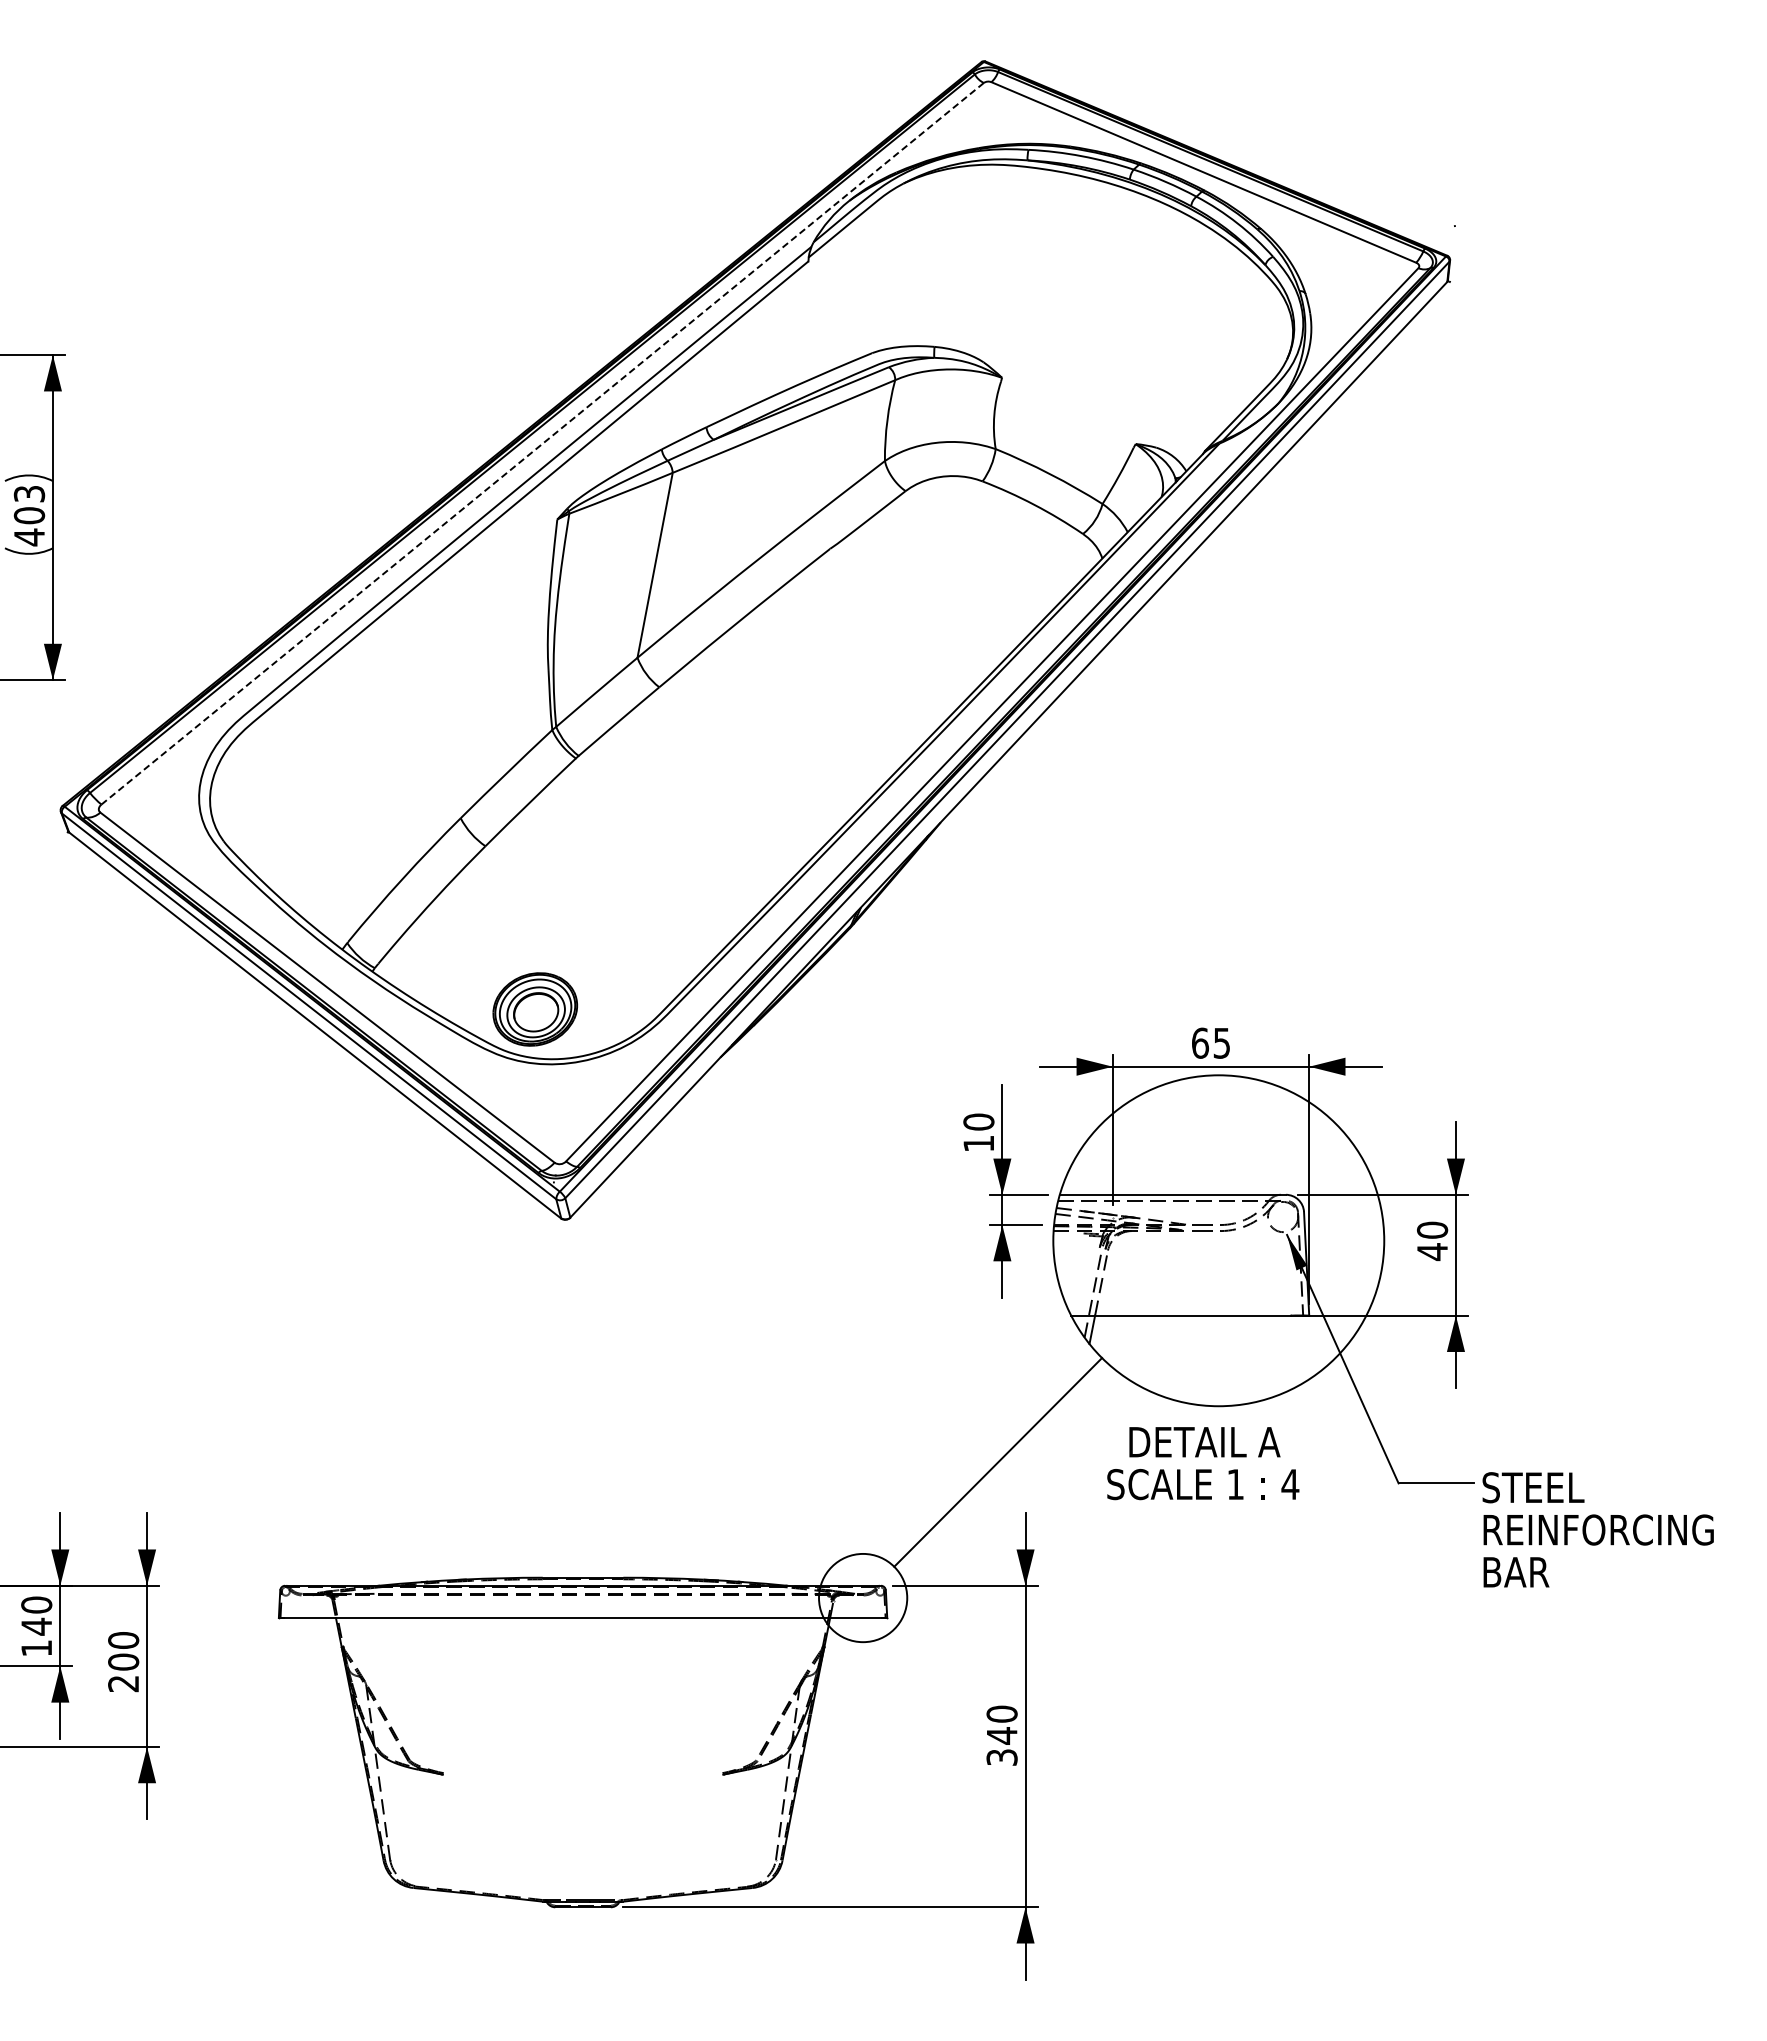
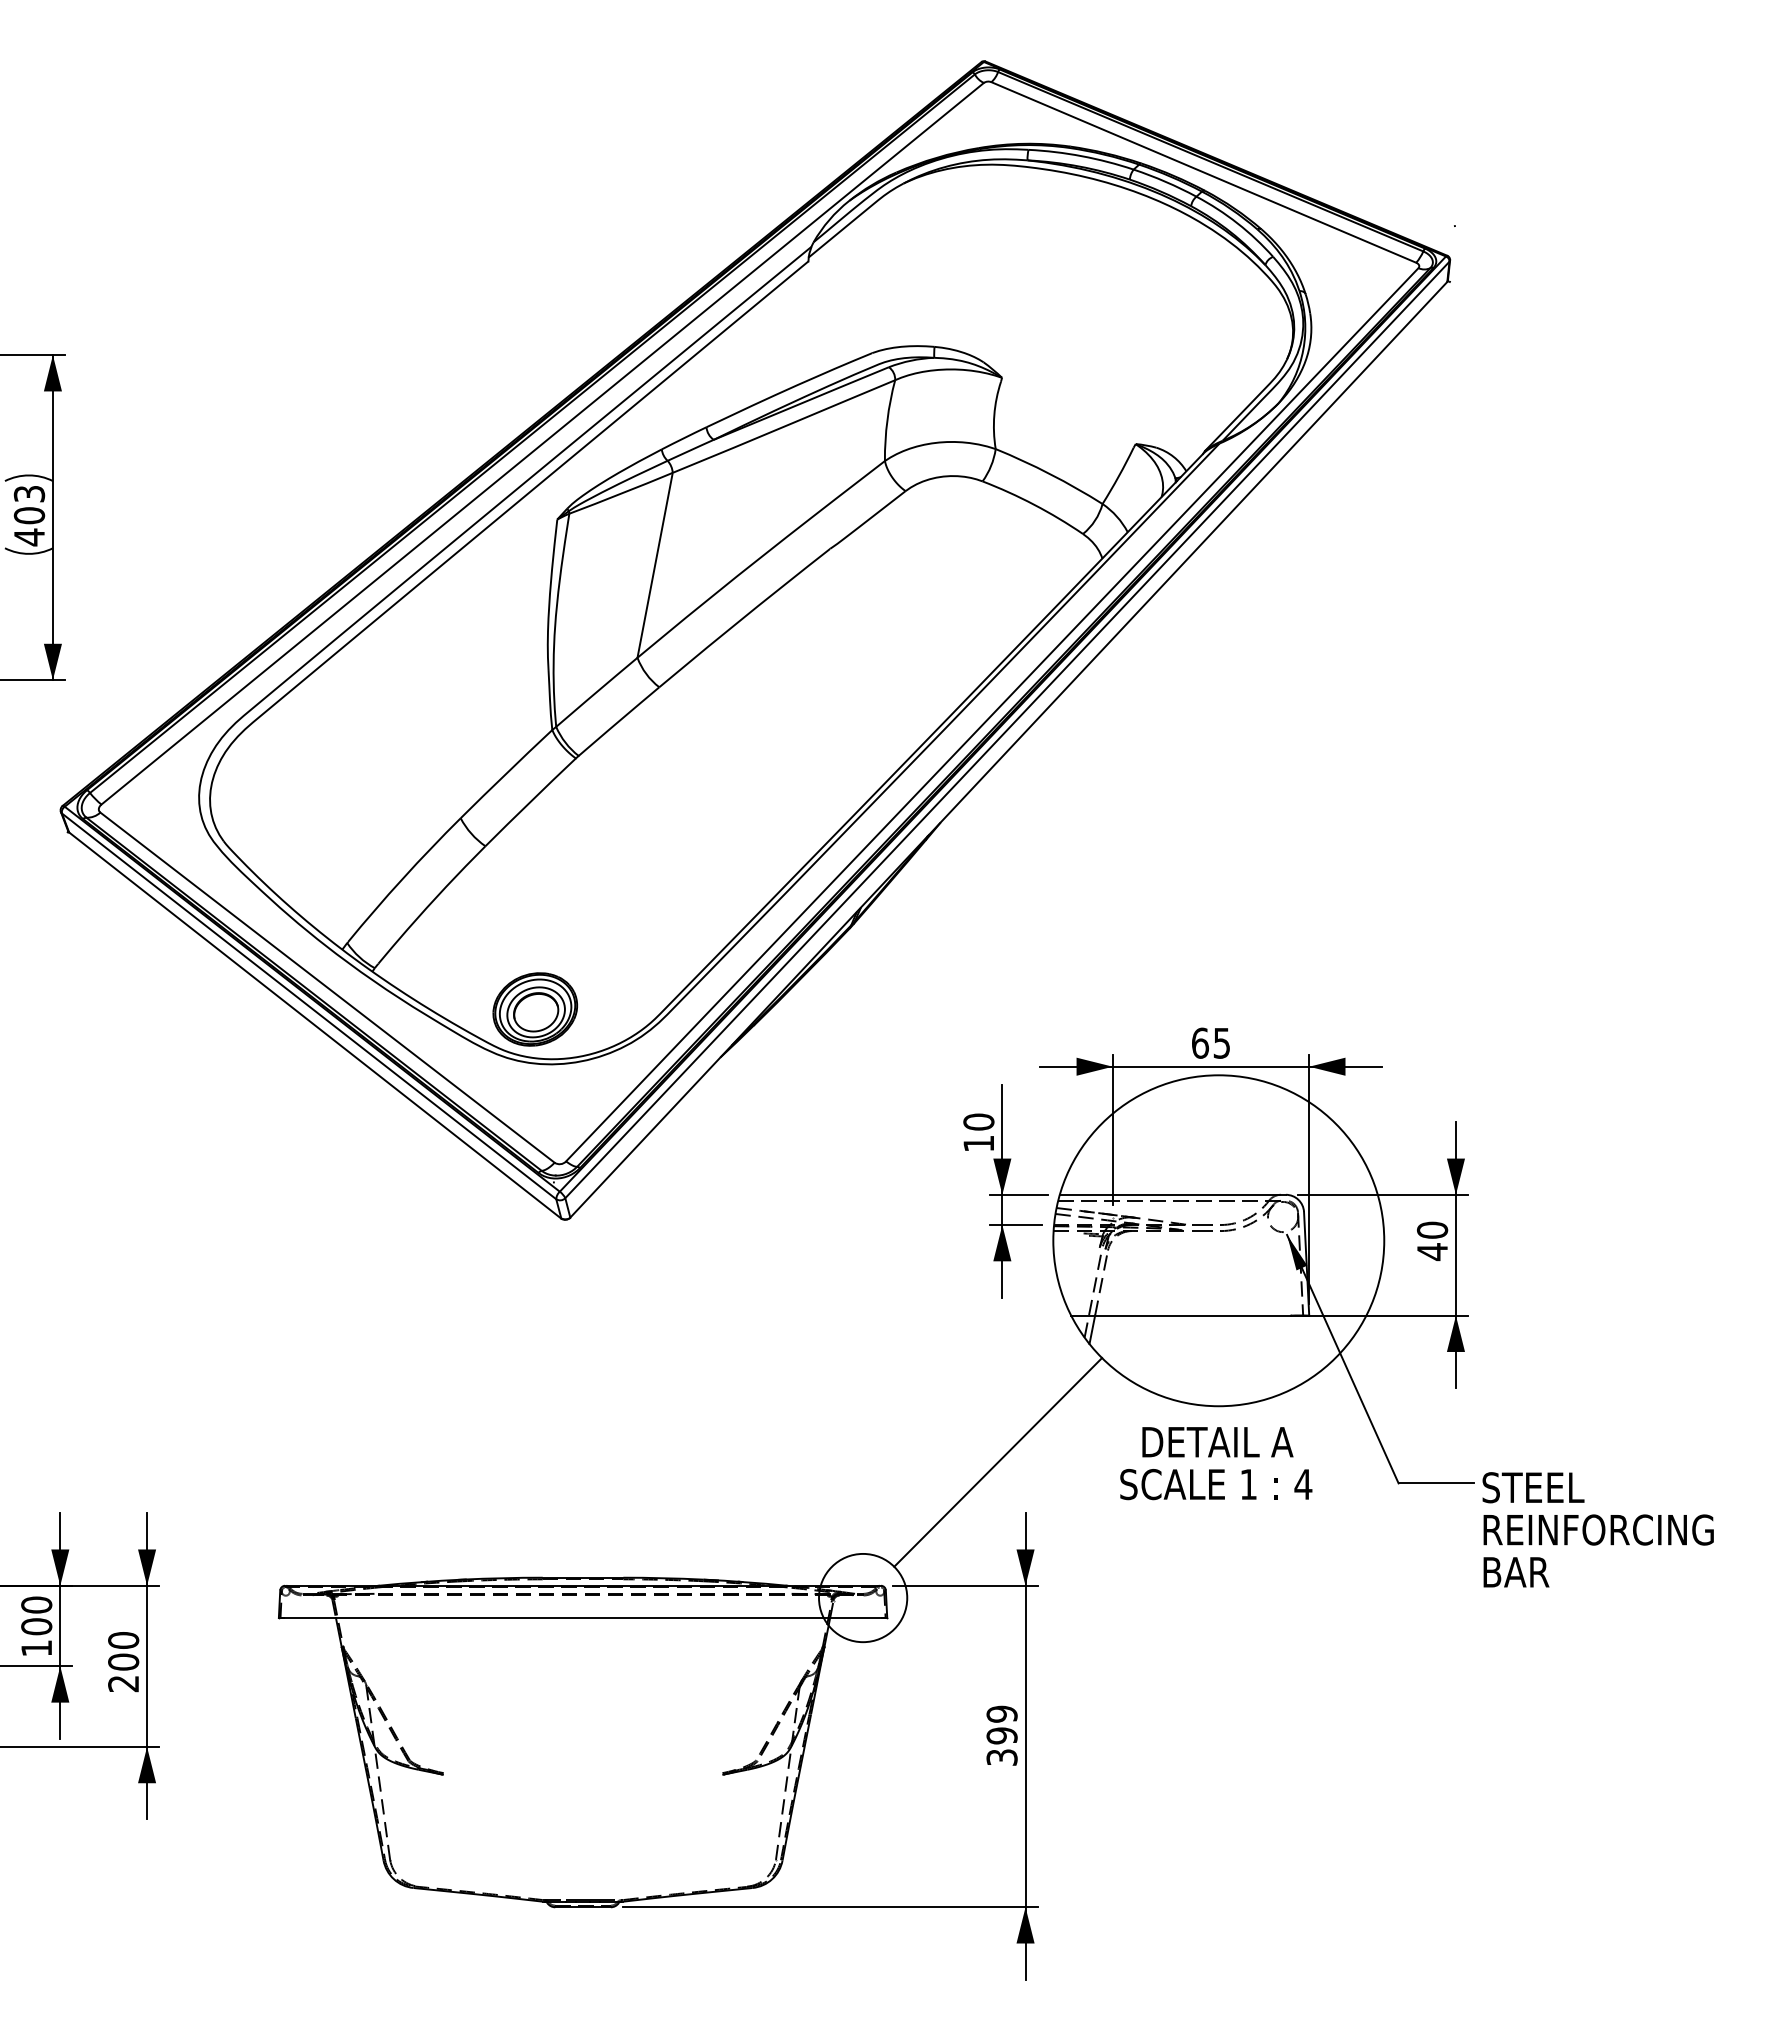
line at (542, 443): dashed -> solid
text at (1203, 1463) position: (1203, 1463) -> (1216, 1463)
text at (36, 1626): 140 -> 100
text at (1001, 1724): 340 -> 399
